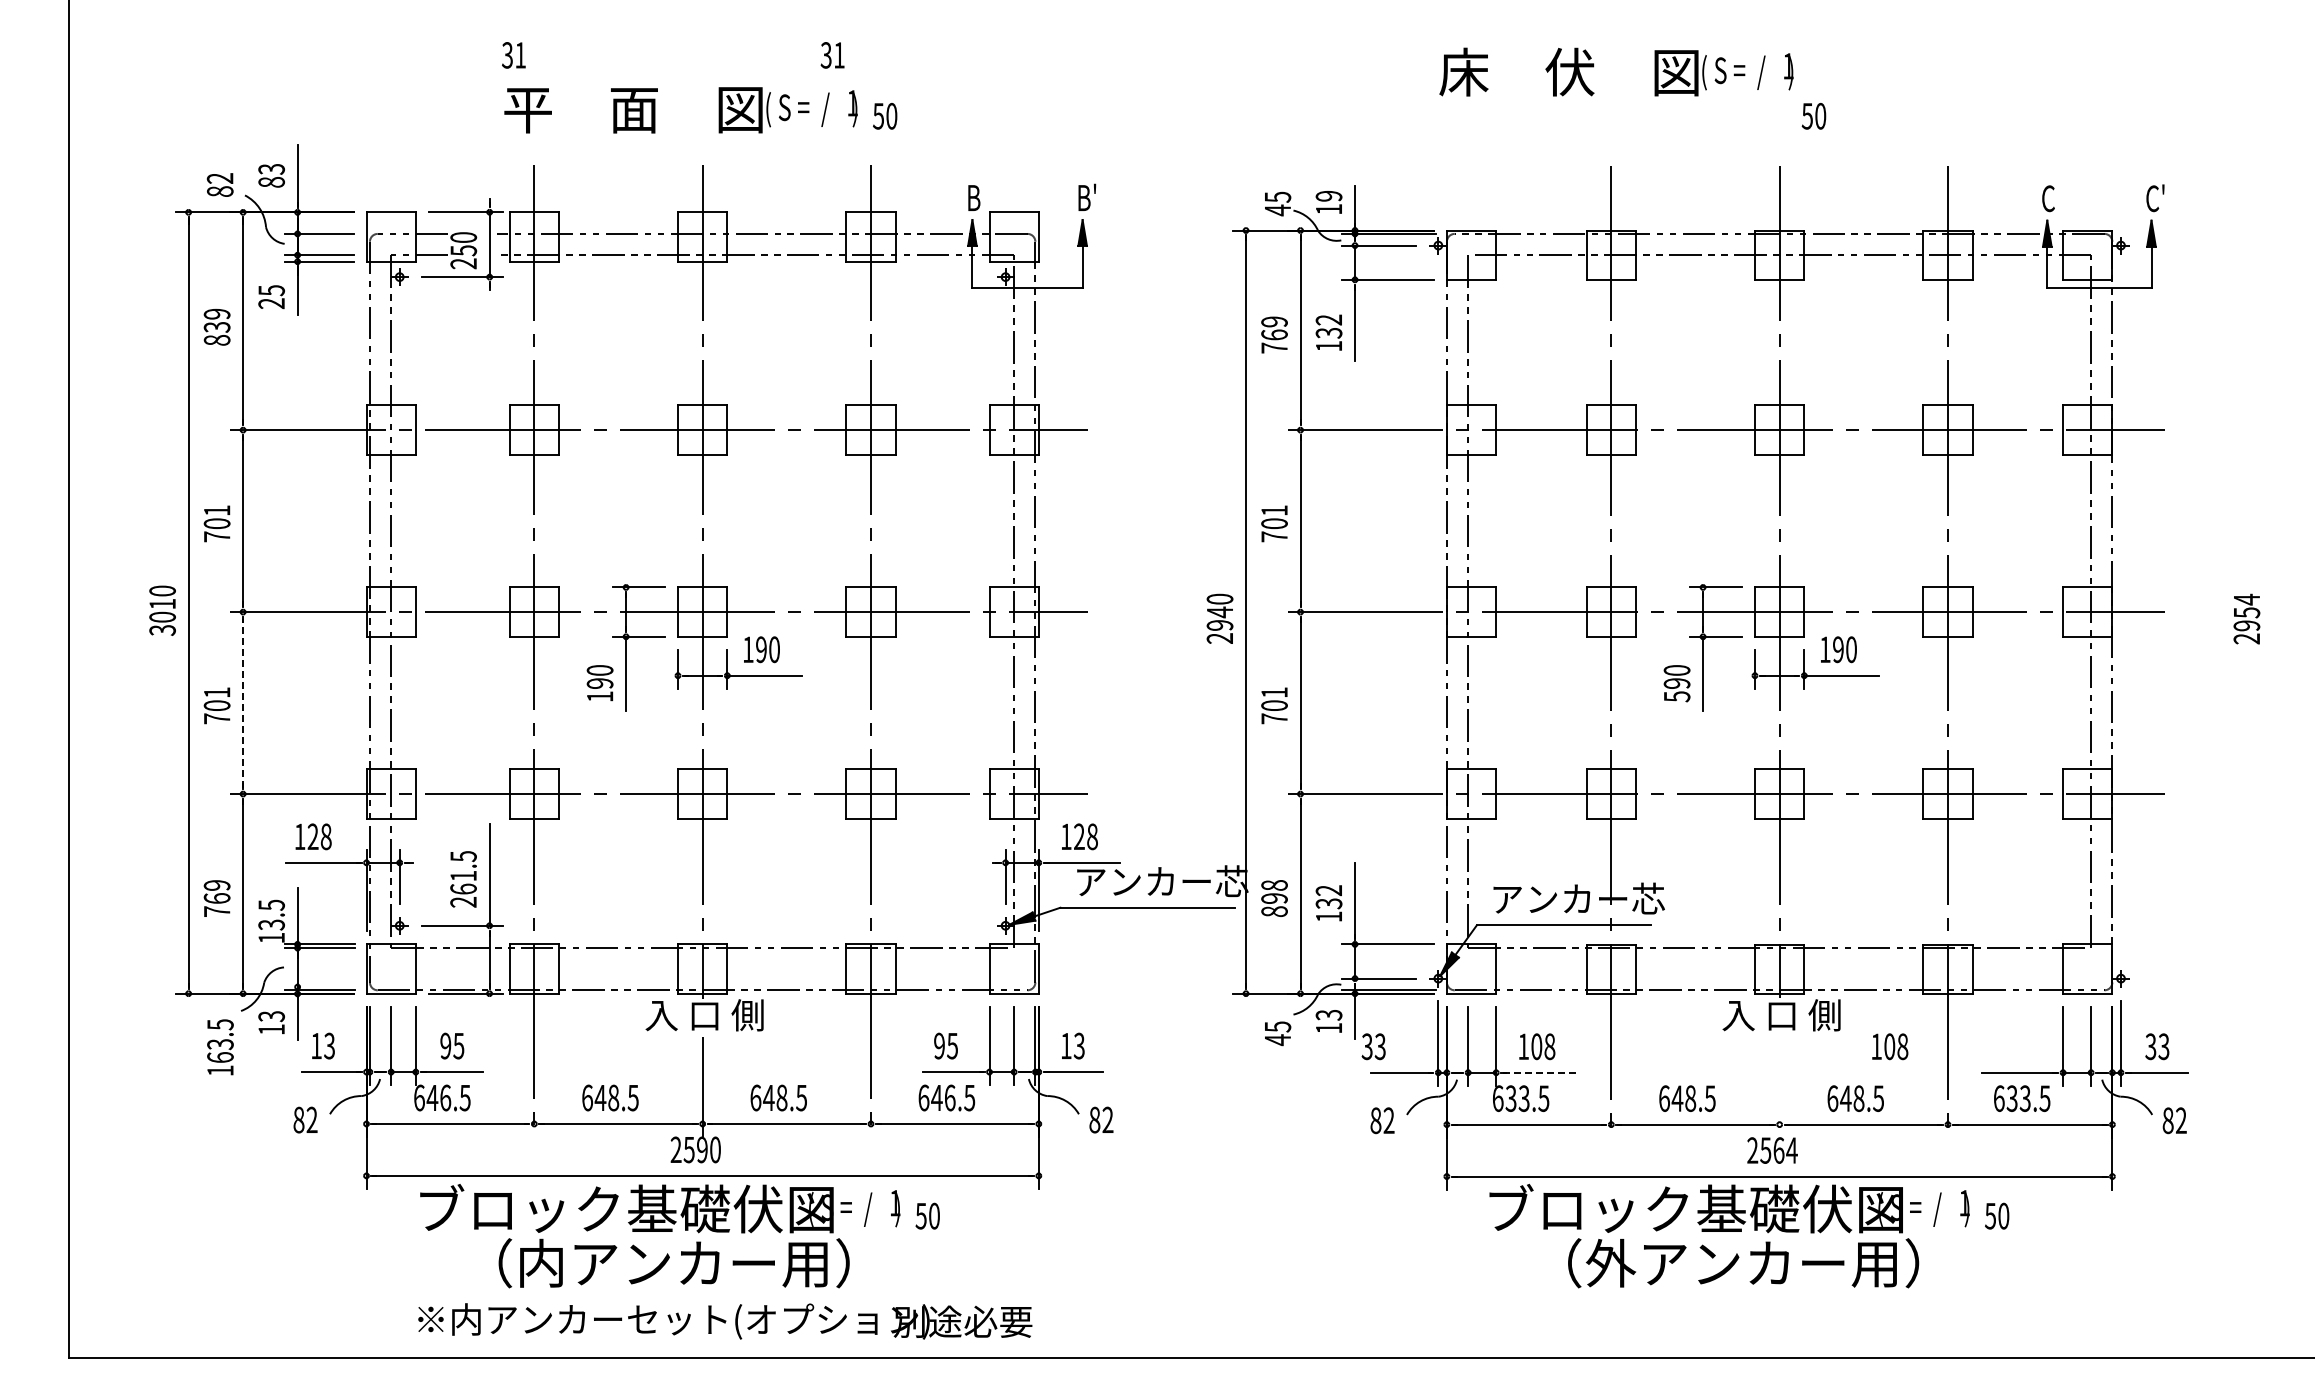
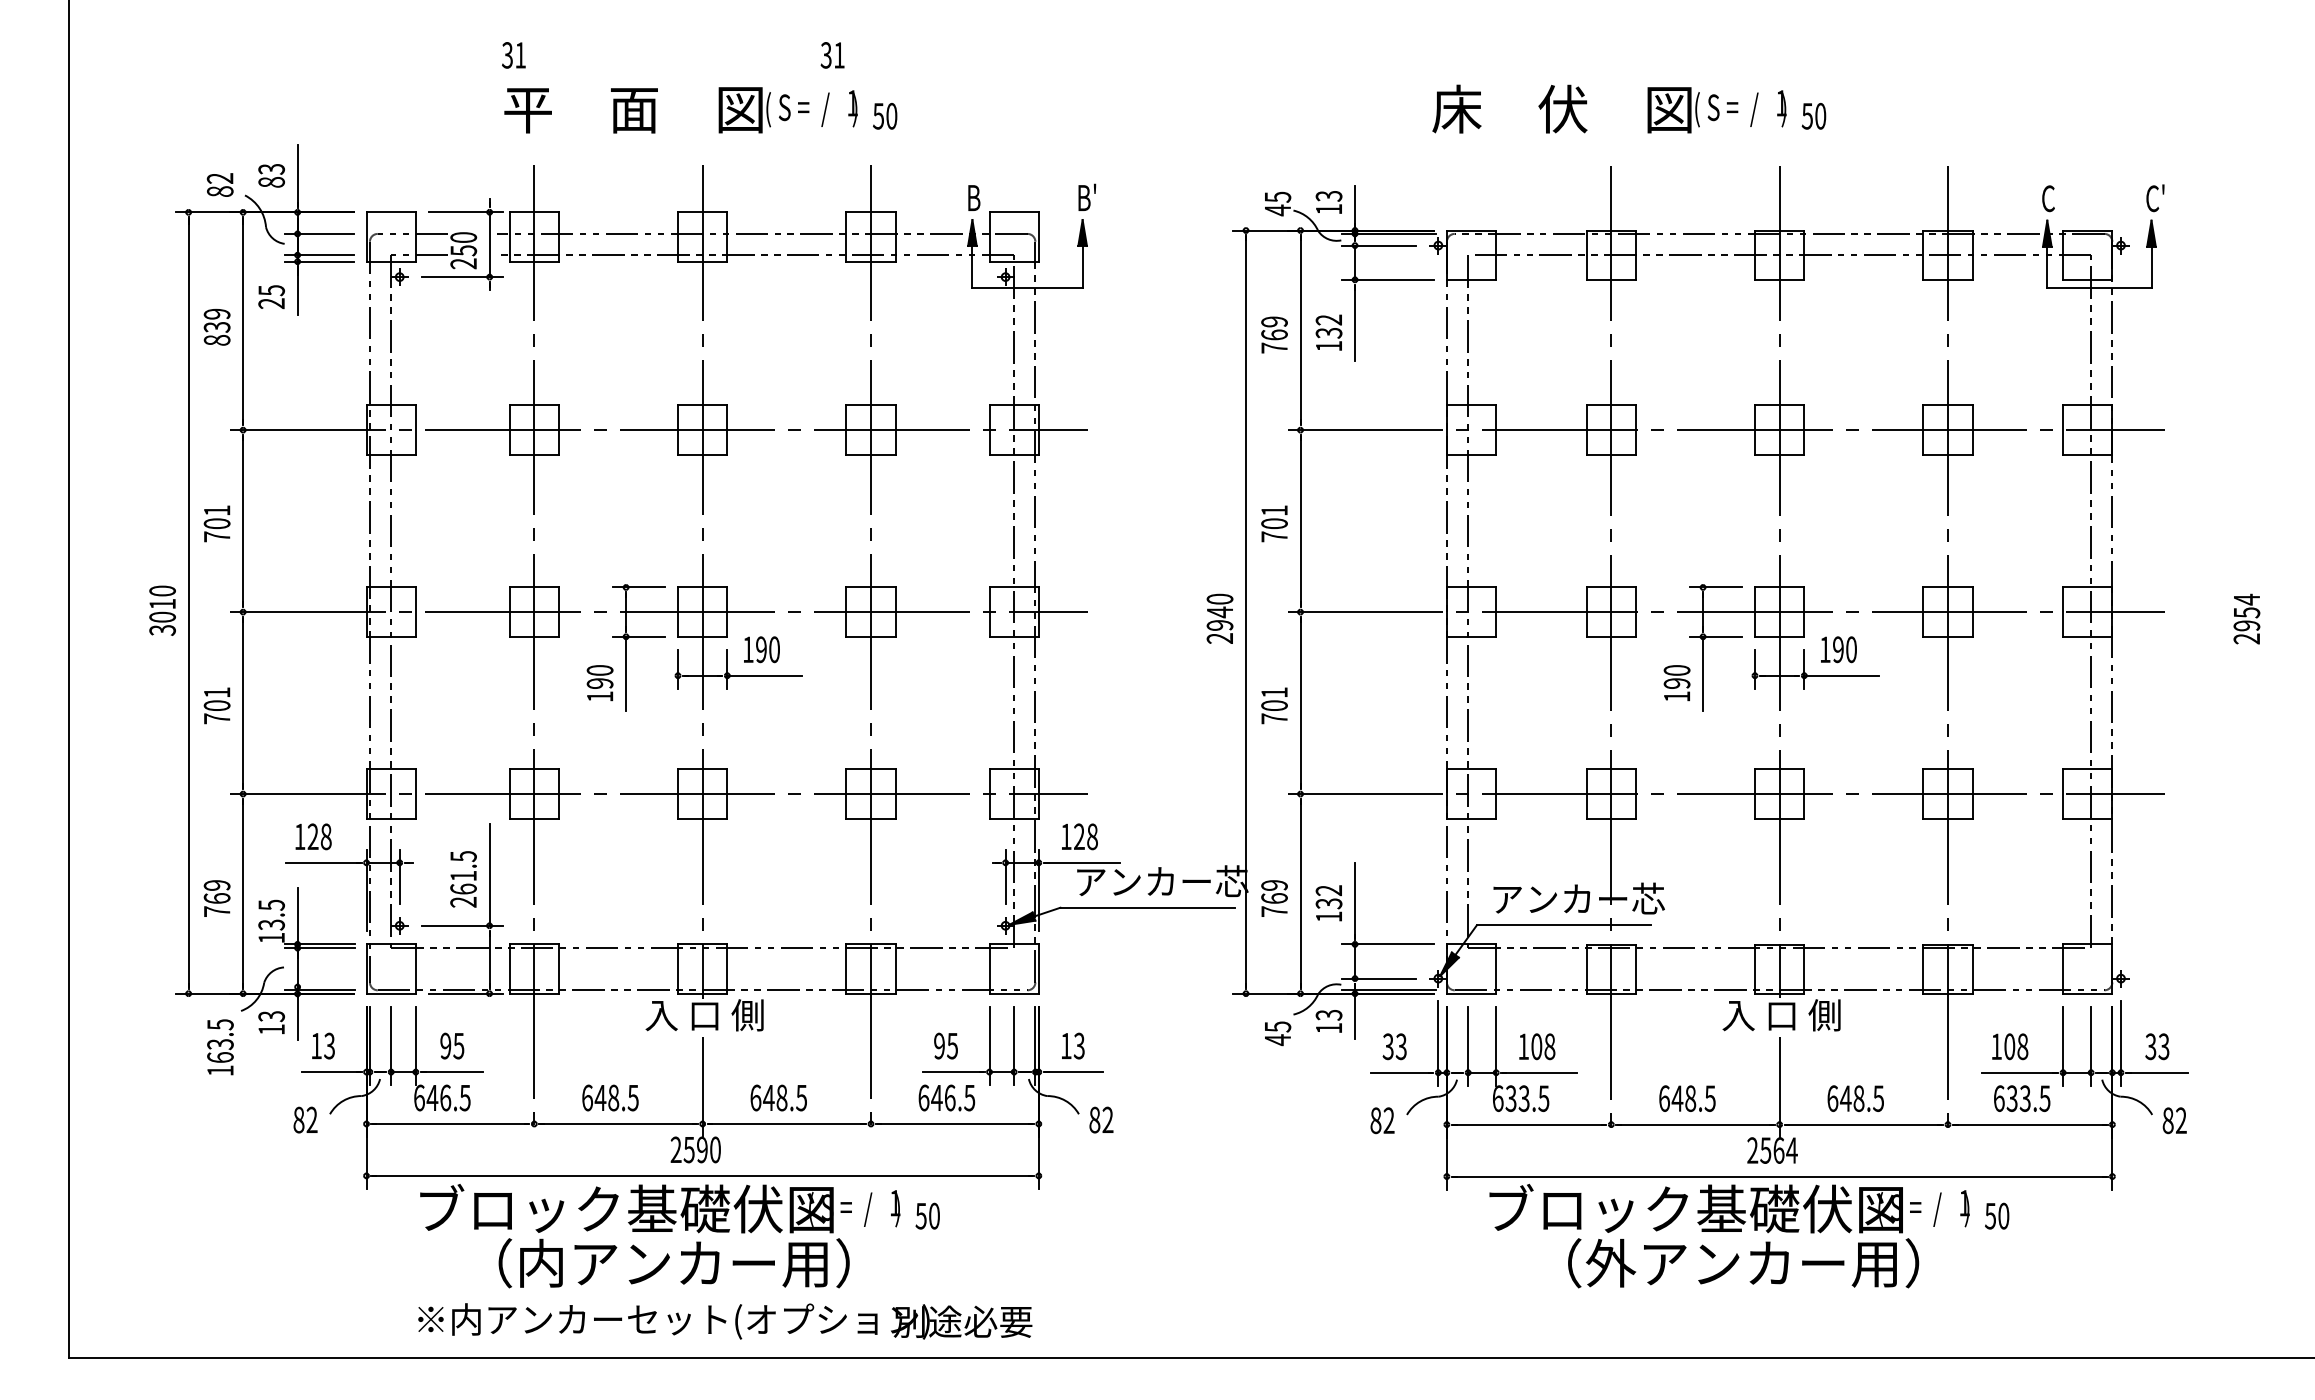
text at (1616, 71) position: (1616, 71) -> (1609, 108)
text at (1328, 196): 19 -> 13
text at (1677, 696): 590 -> 190
line at (243, 702): dashed -> solid
text at (1274, 898): 898 -> 769
text at (1373, 1046) position: (1373, 1046) -> (1394, 1046)
text at (1890, 1046) position: (1890, 1046) -> (2010, 1046)
line at (1540, 1072): dashed -> solid
line at (1779, 1087): none -> present
